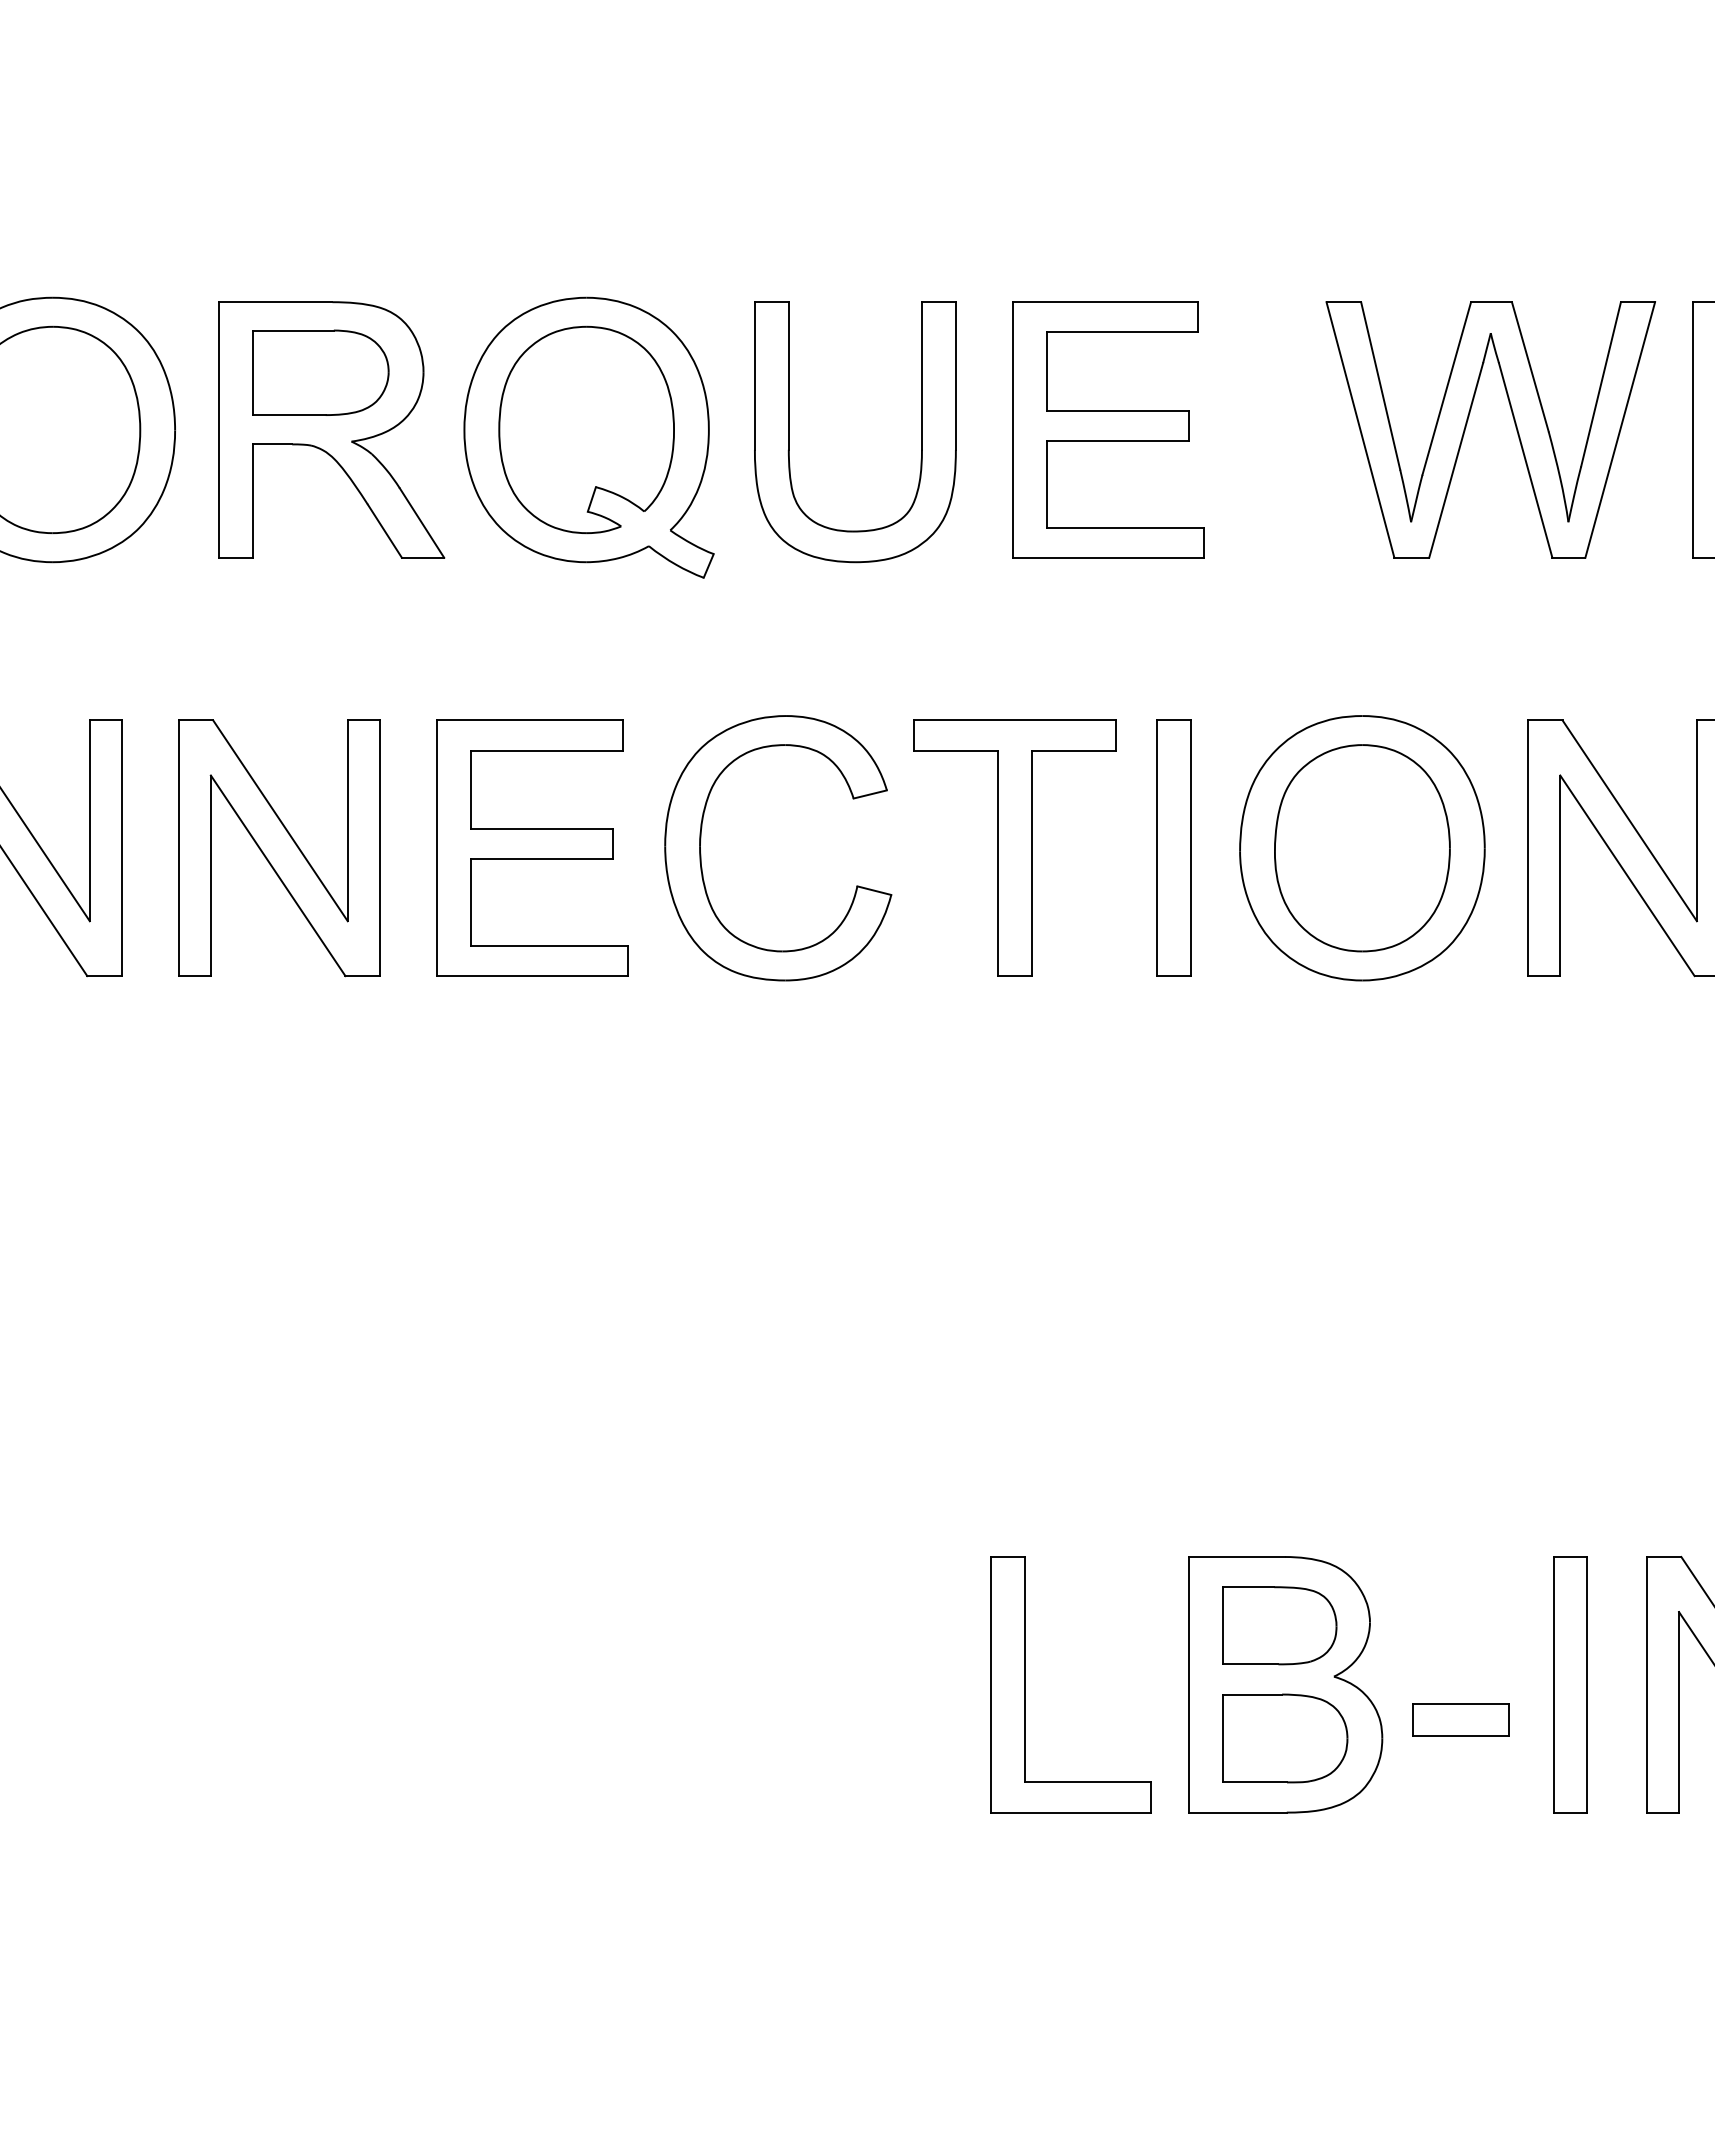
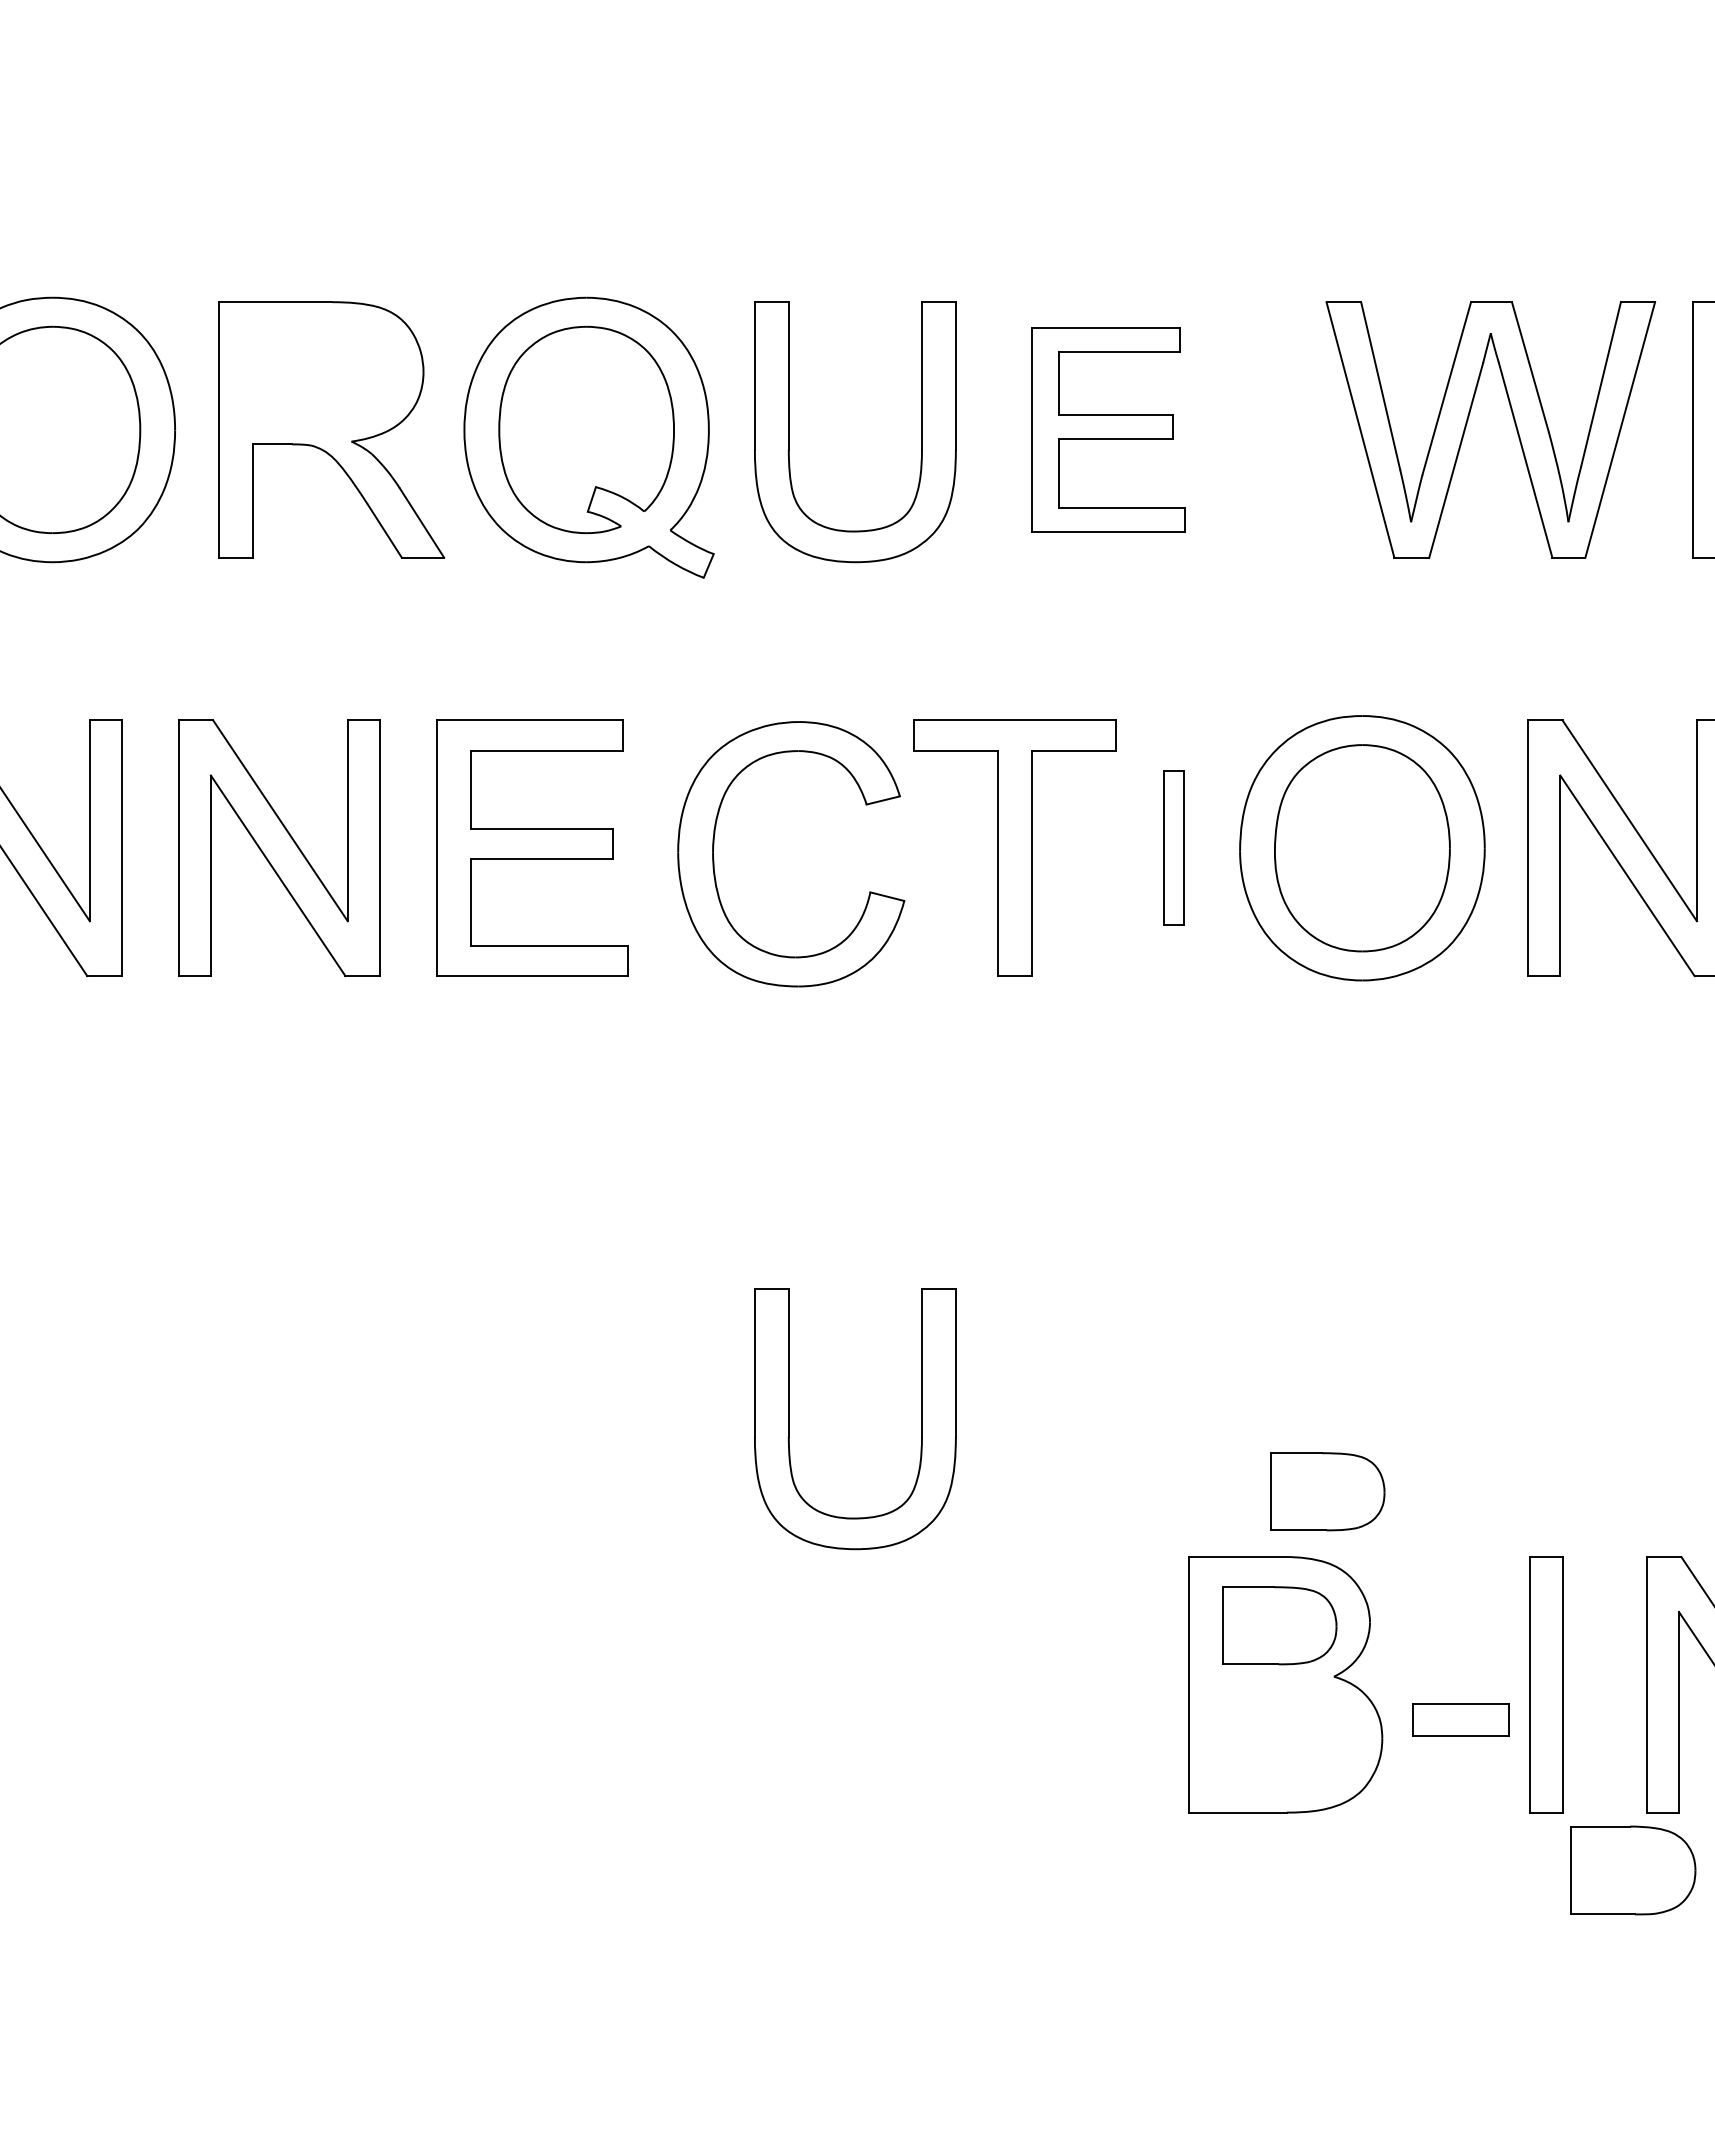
part at (320, 372): present -> none
part at (1108, 429) size: 193x258 px -> 155x206 px
part at (1173, 847) size: 36x258 px -> 22x156 px
part at (701, 853) position: (701, 853) -> (714, 859)
part at (789, 1419): none -> present
part at (1327, 1491): none -> present
part at (1025, 1684): present -> none
part at (1570, 1684) position: (1570, 1684) -> (1546, 1684)
part at (1285, 1738) position: (1285, 1738) -> (1633, 1870)
